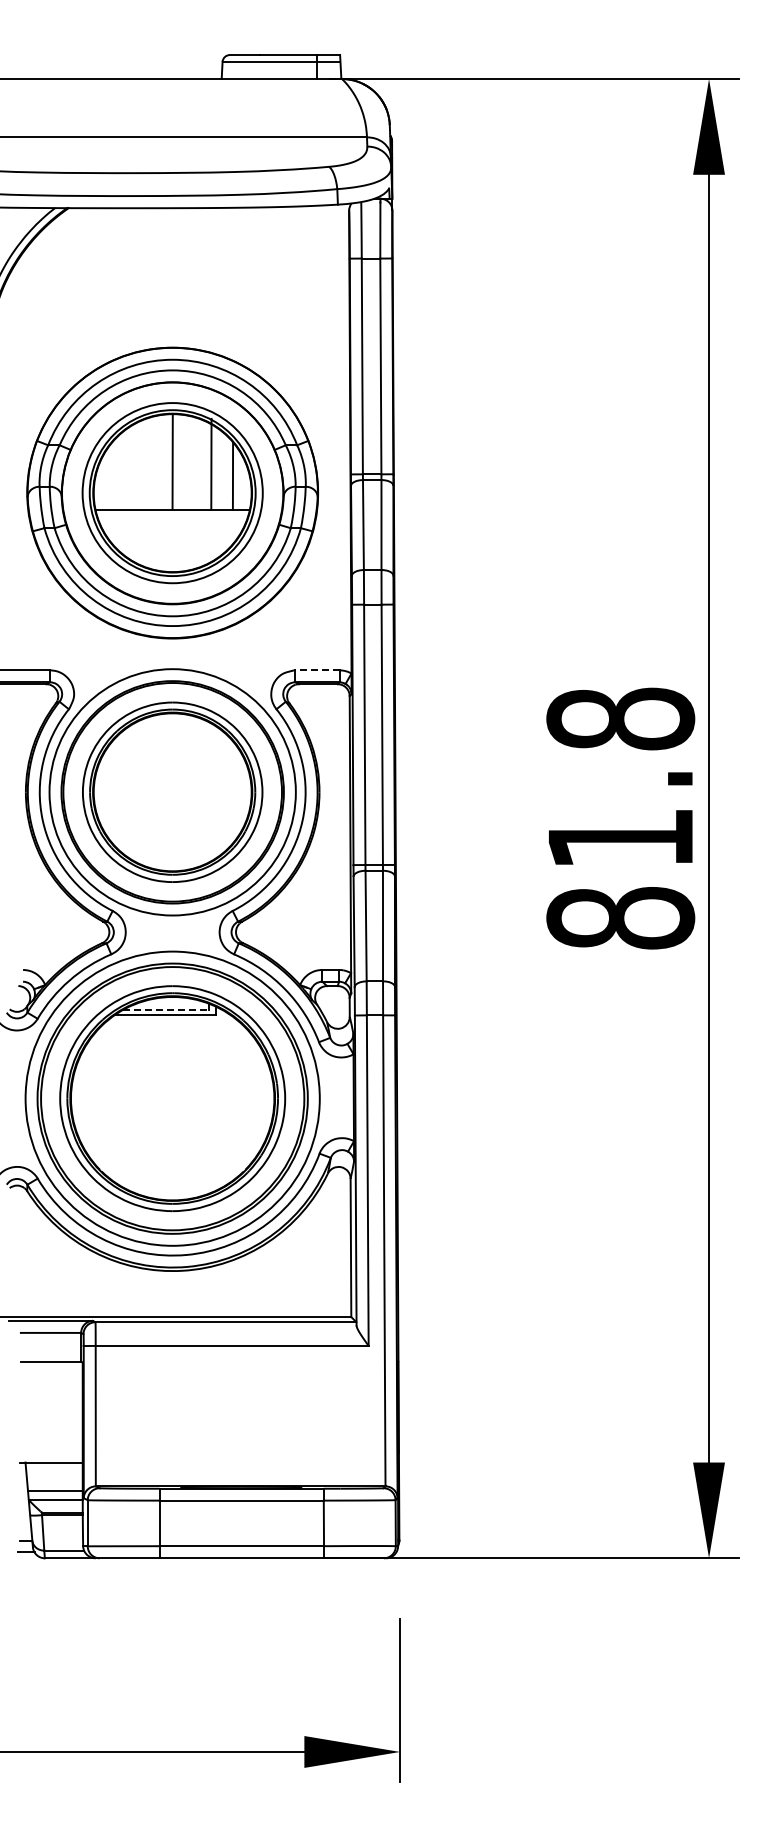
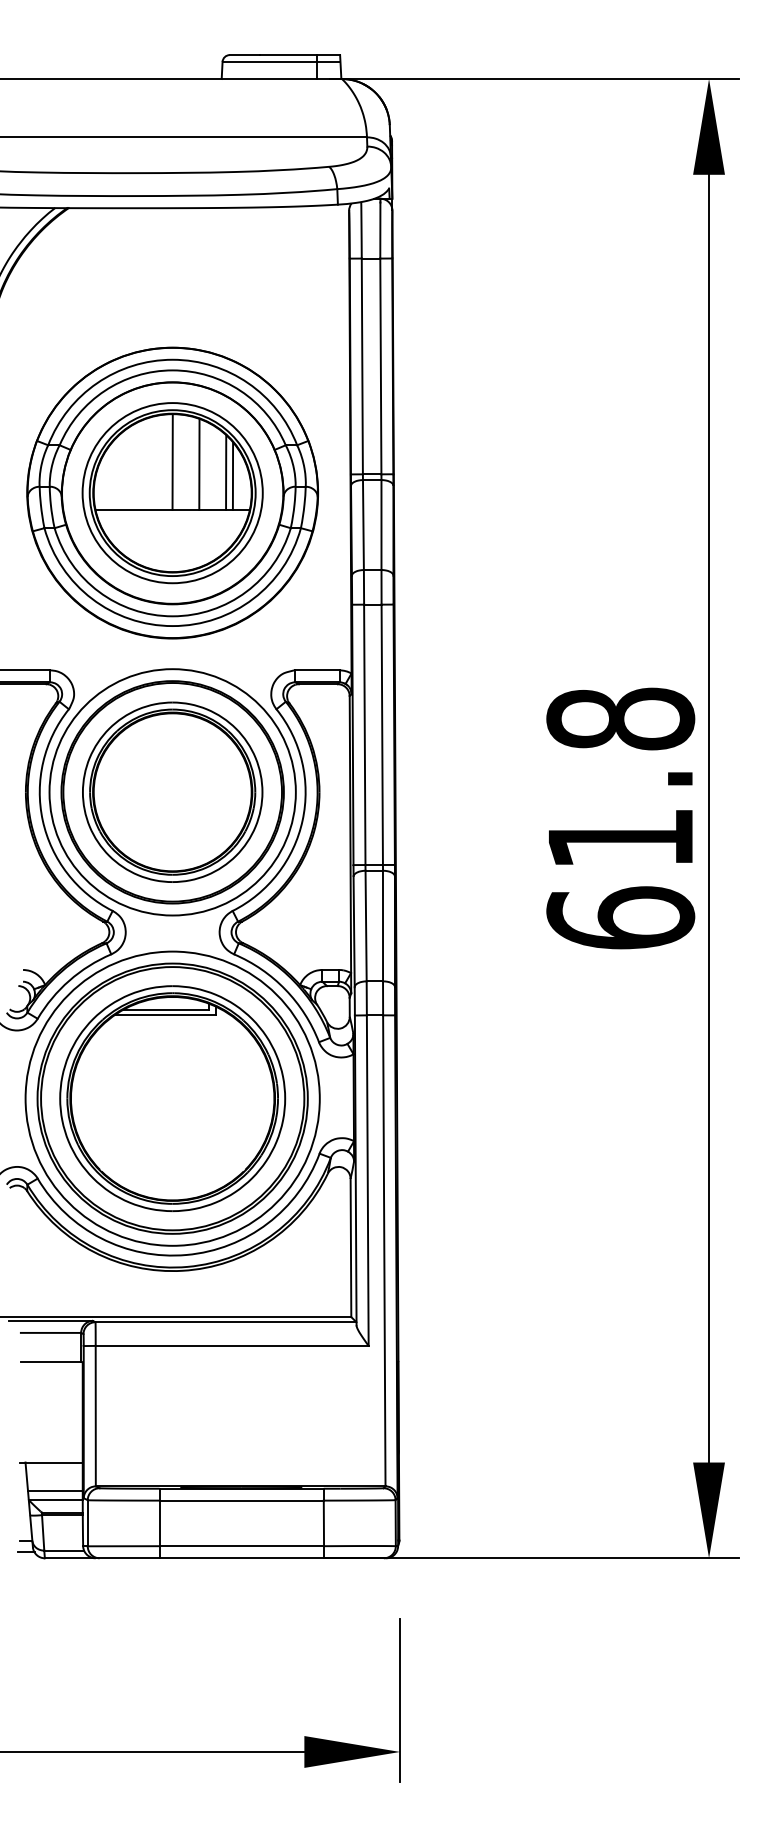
line at (211, 463) position: (211, 463) -> (199, 463)
line at (226, 472): none -> present
line at (316, 670): dashed -> solid
text at (620, 917): 81.8 -> 61.8
line at (165, 1010): dashed -> solid
